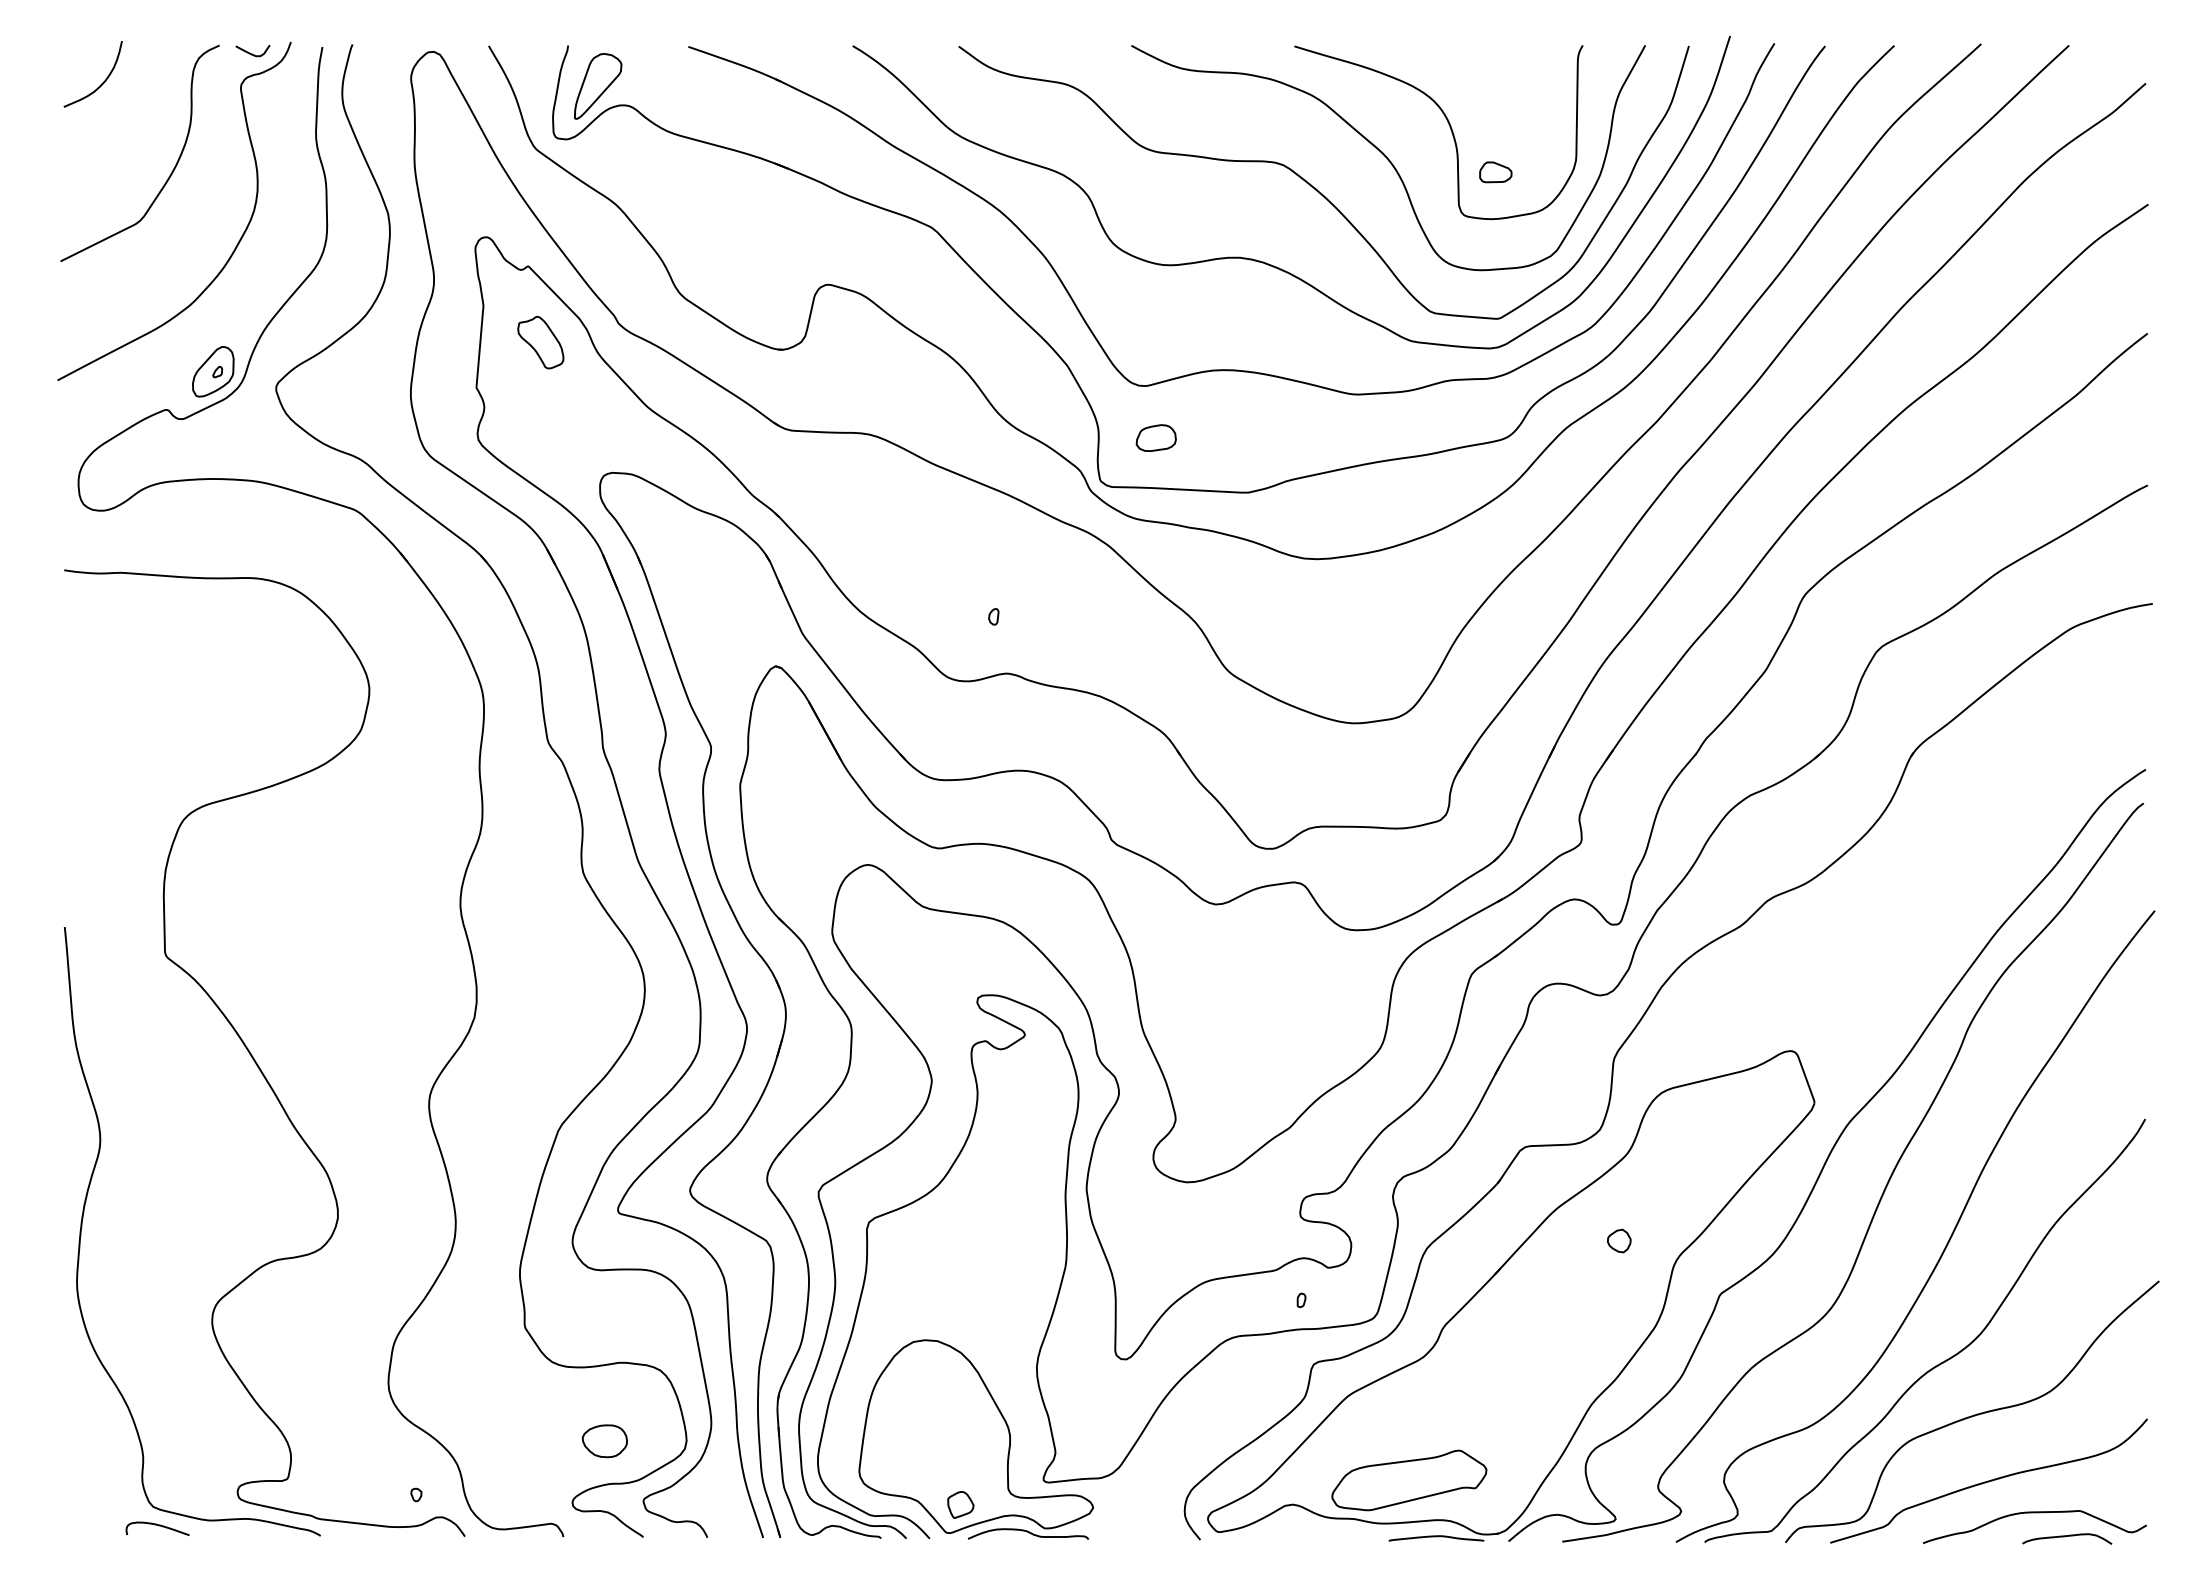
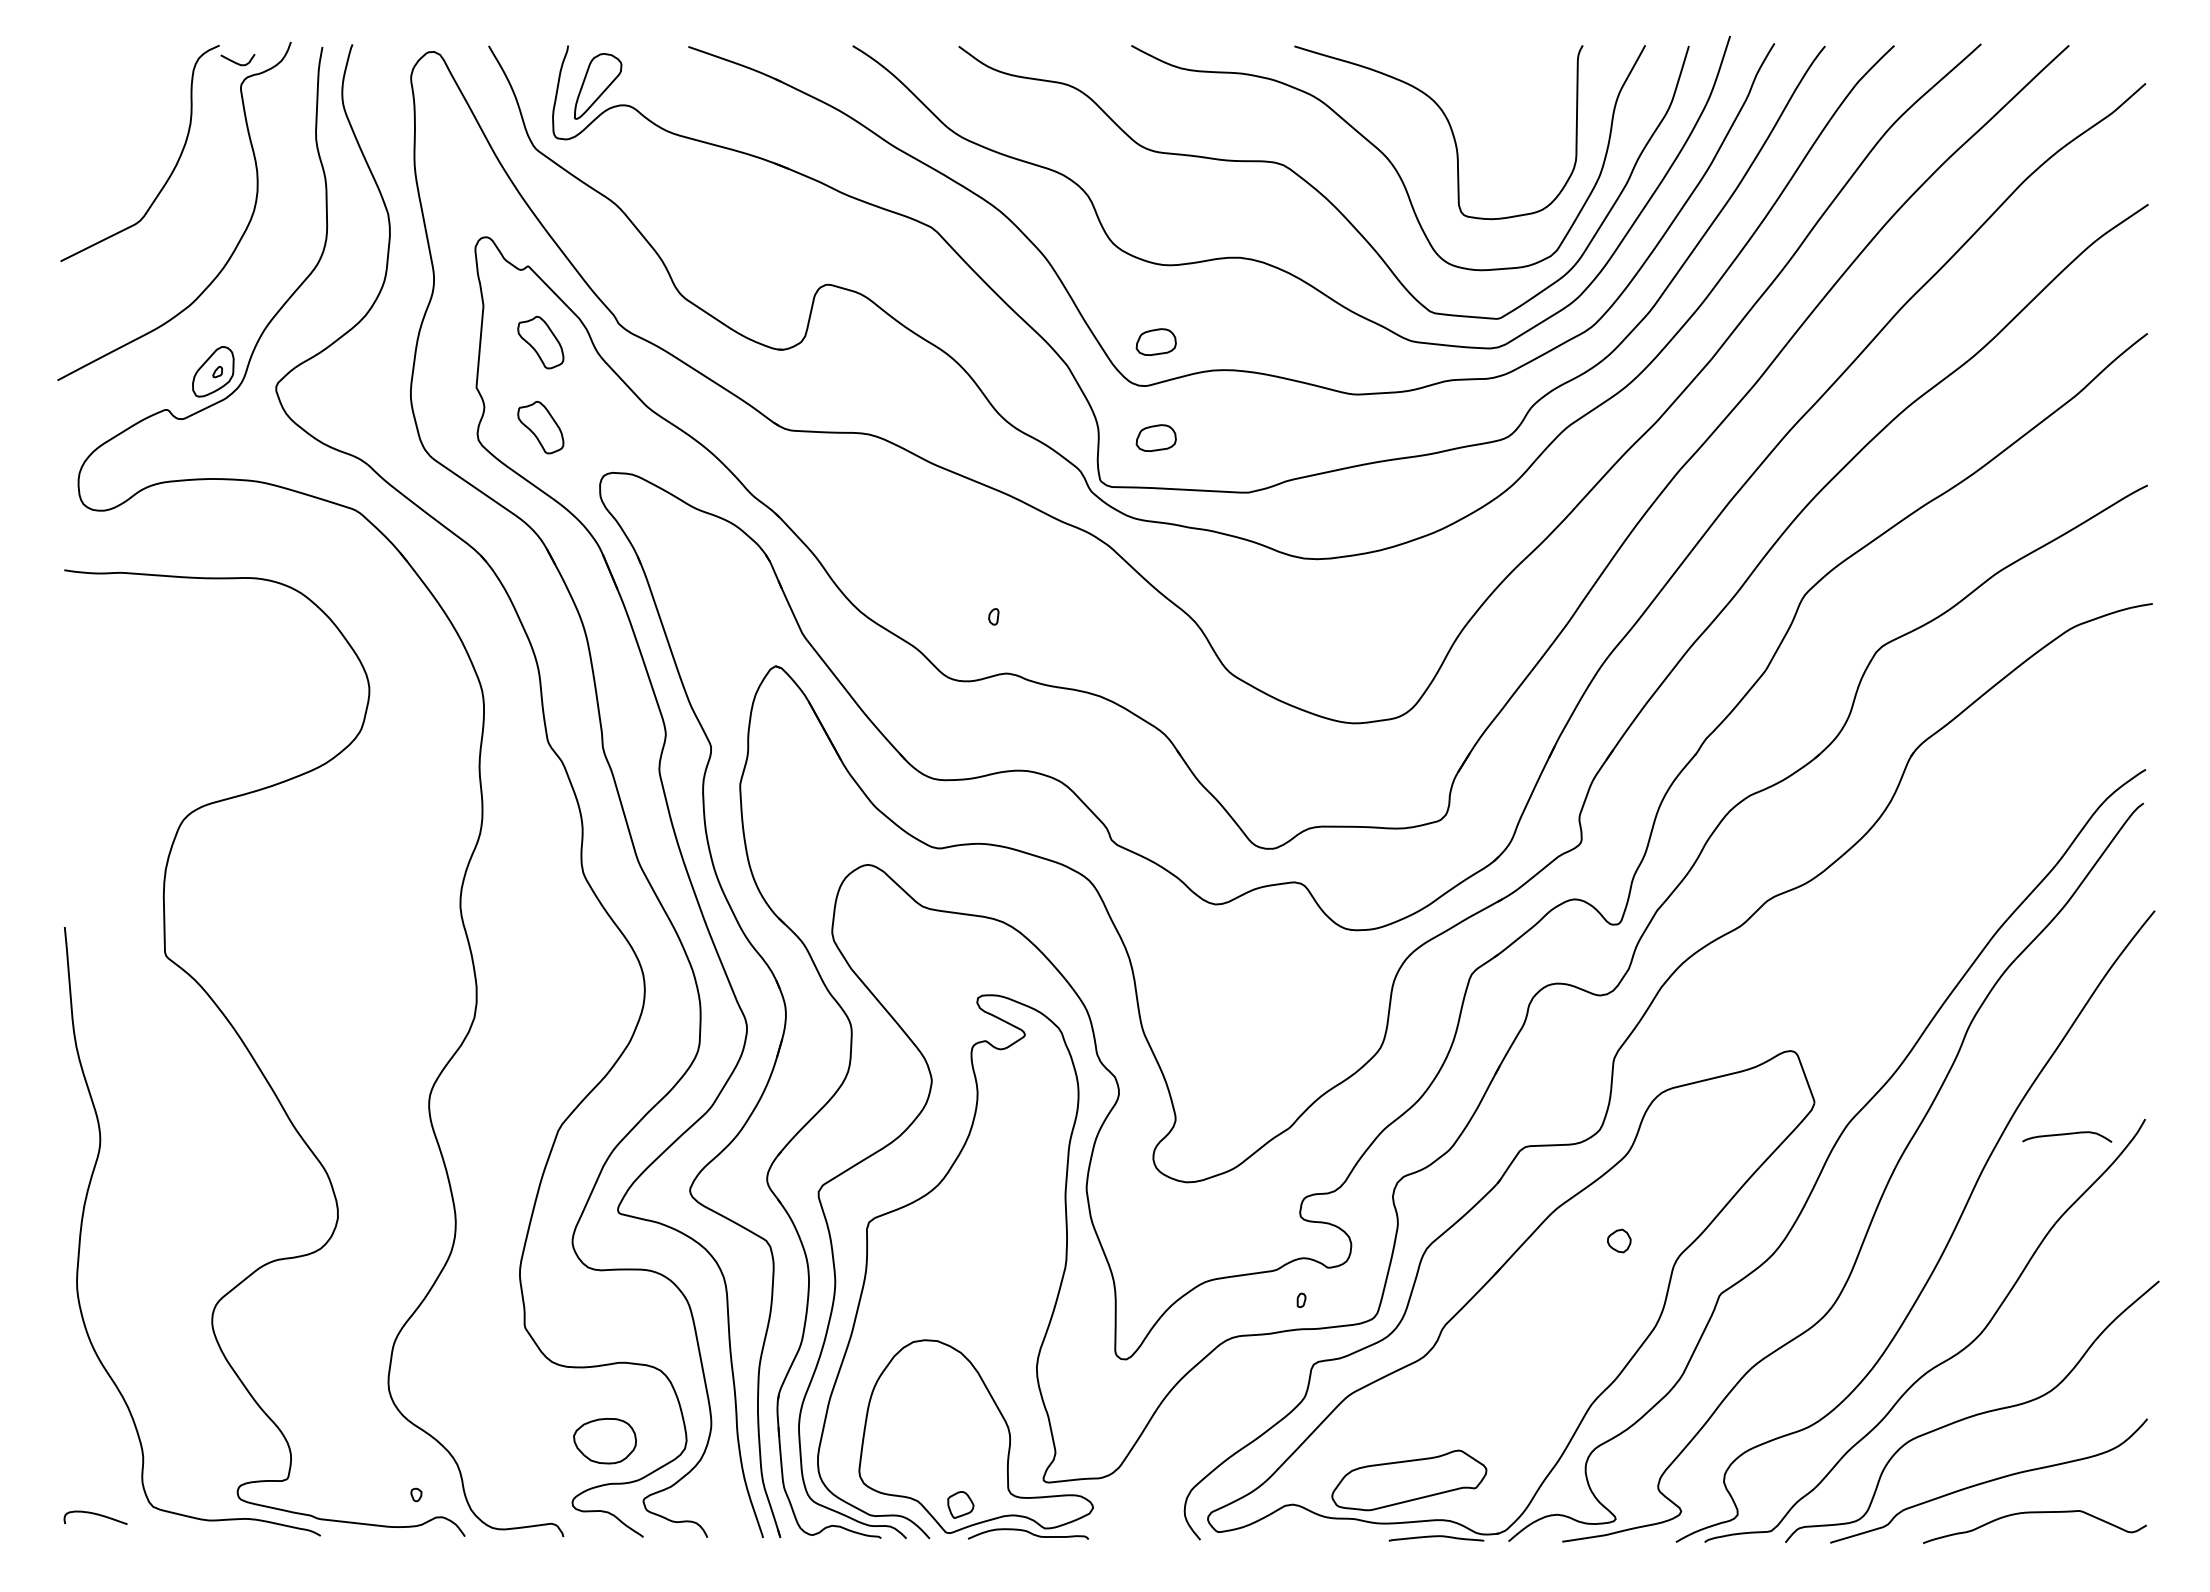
curve at (252, 53) position: (252, 53) -> (237, 62)
curve at (101, 83): present -> none
part at (1495, 172): present -> none
part at (1155, 341): none -> present
part at (540, 427): none -> present
part at (604, 1441) size: 47x35 px -> 64x47 px
curve at (158, 1526) position: (158, 1526) -> (96, 1515)
curve at (2067, 1536) position: (2067, 1536) -> (2067, 1134)
